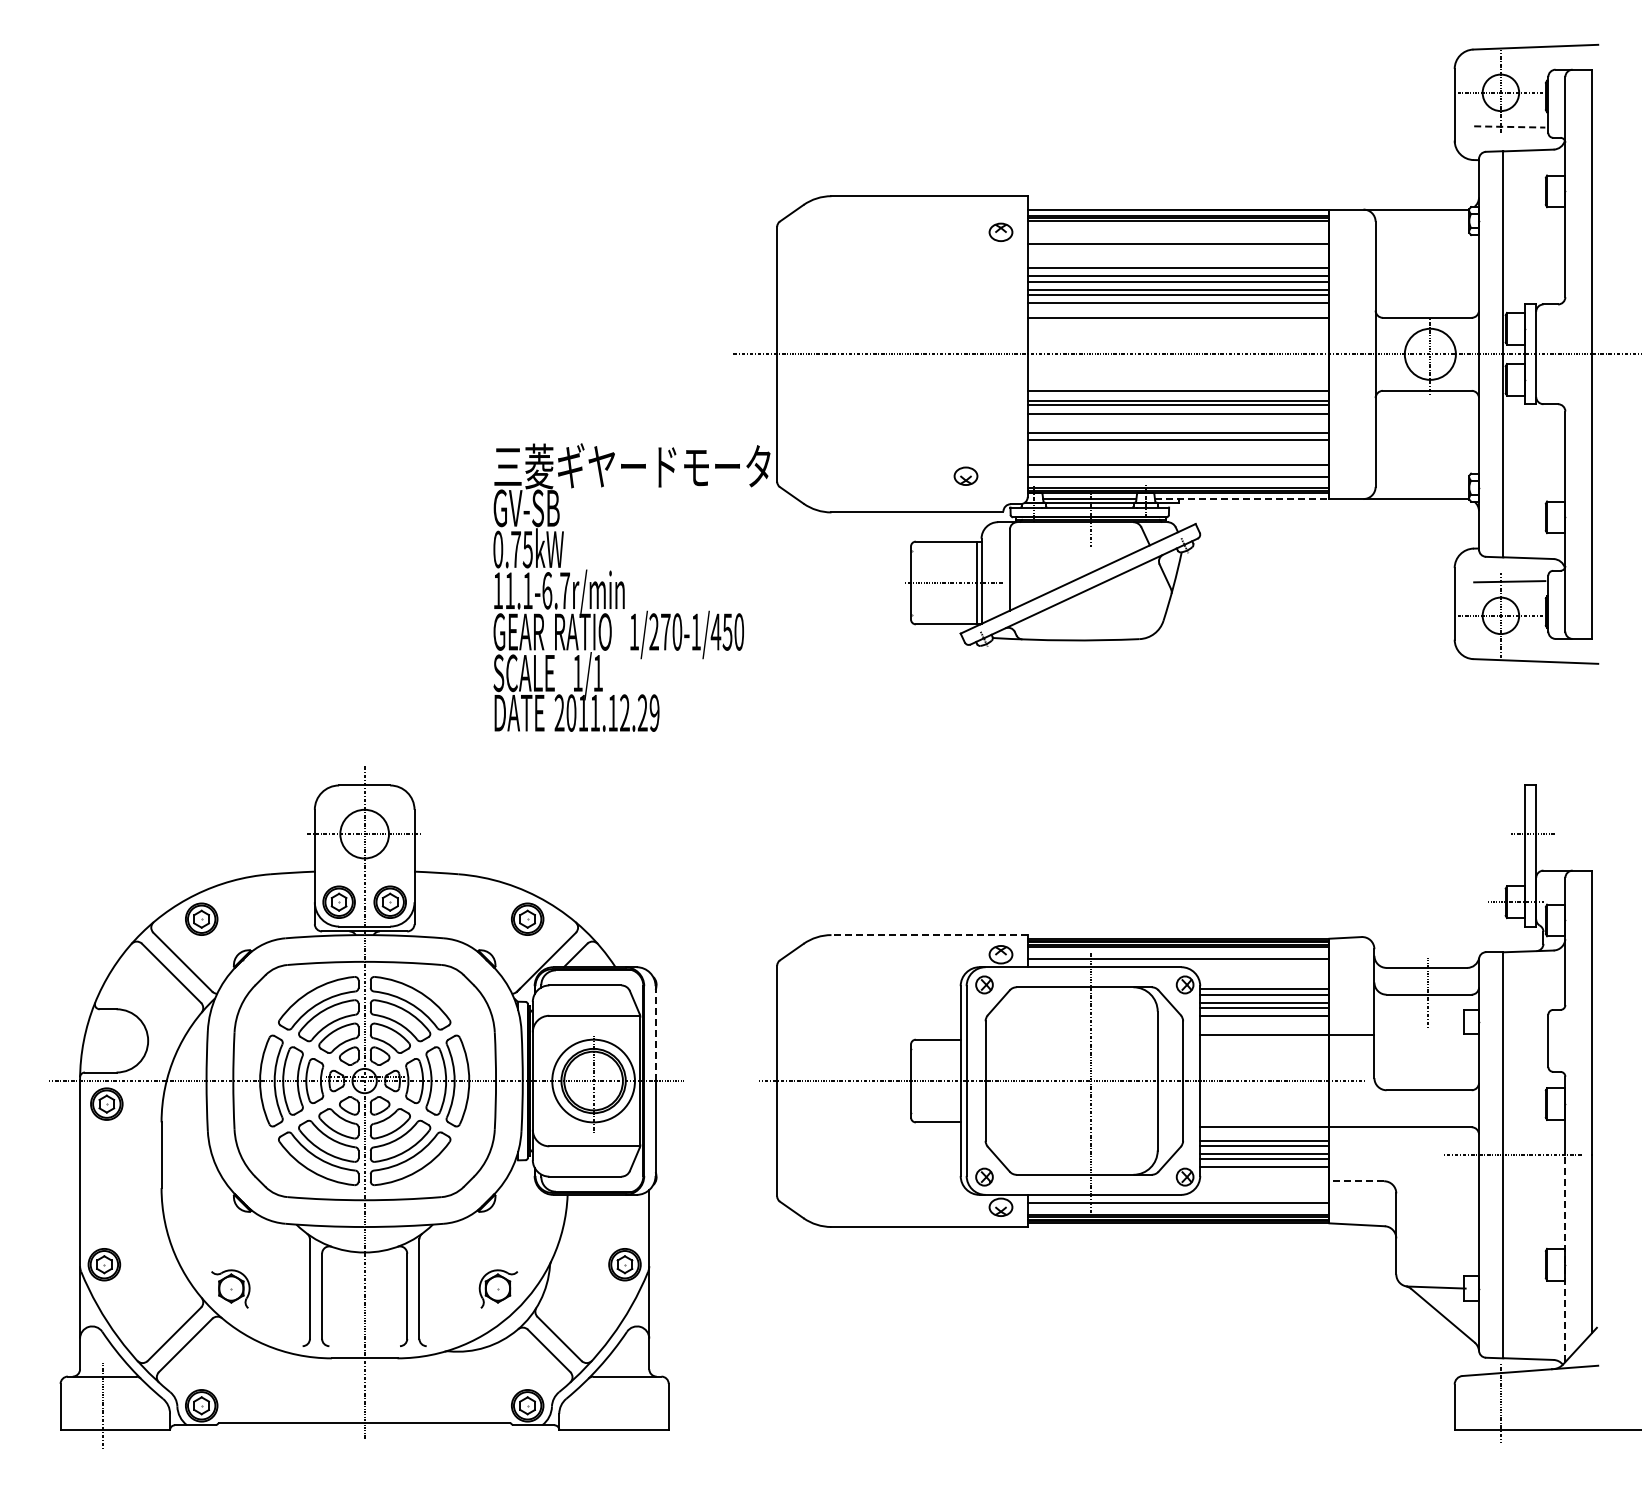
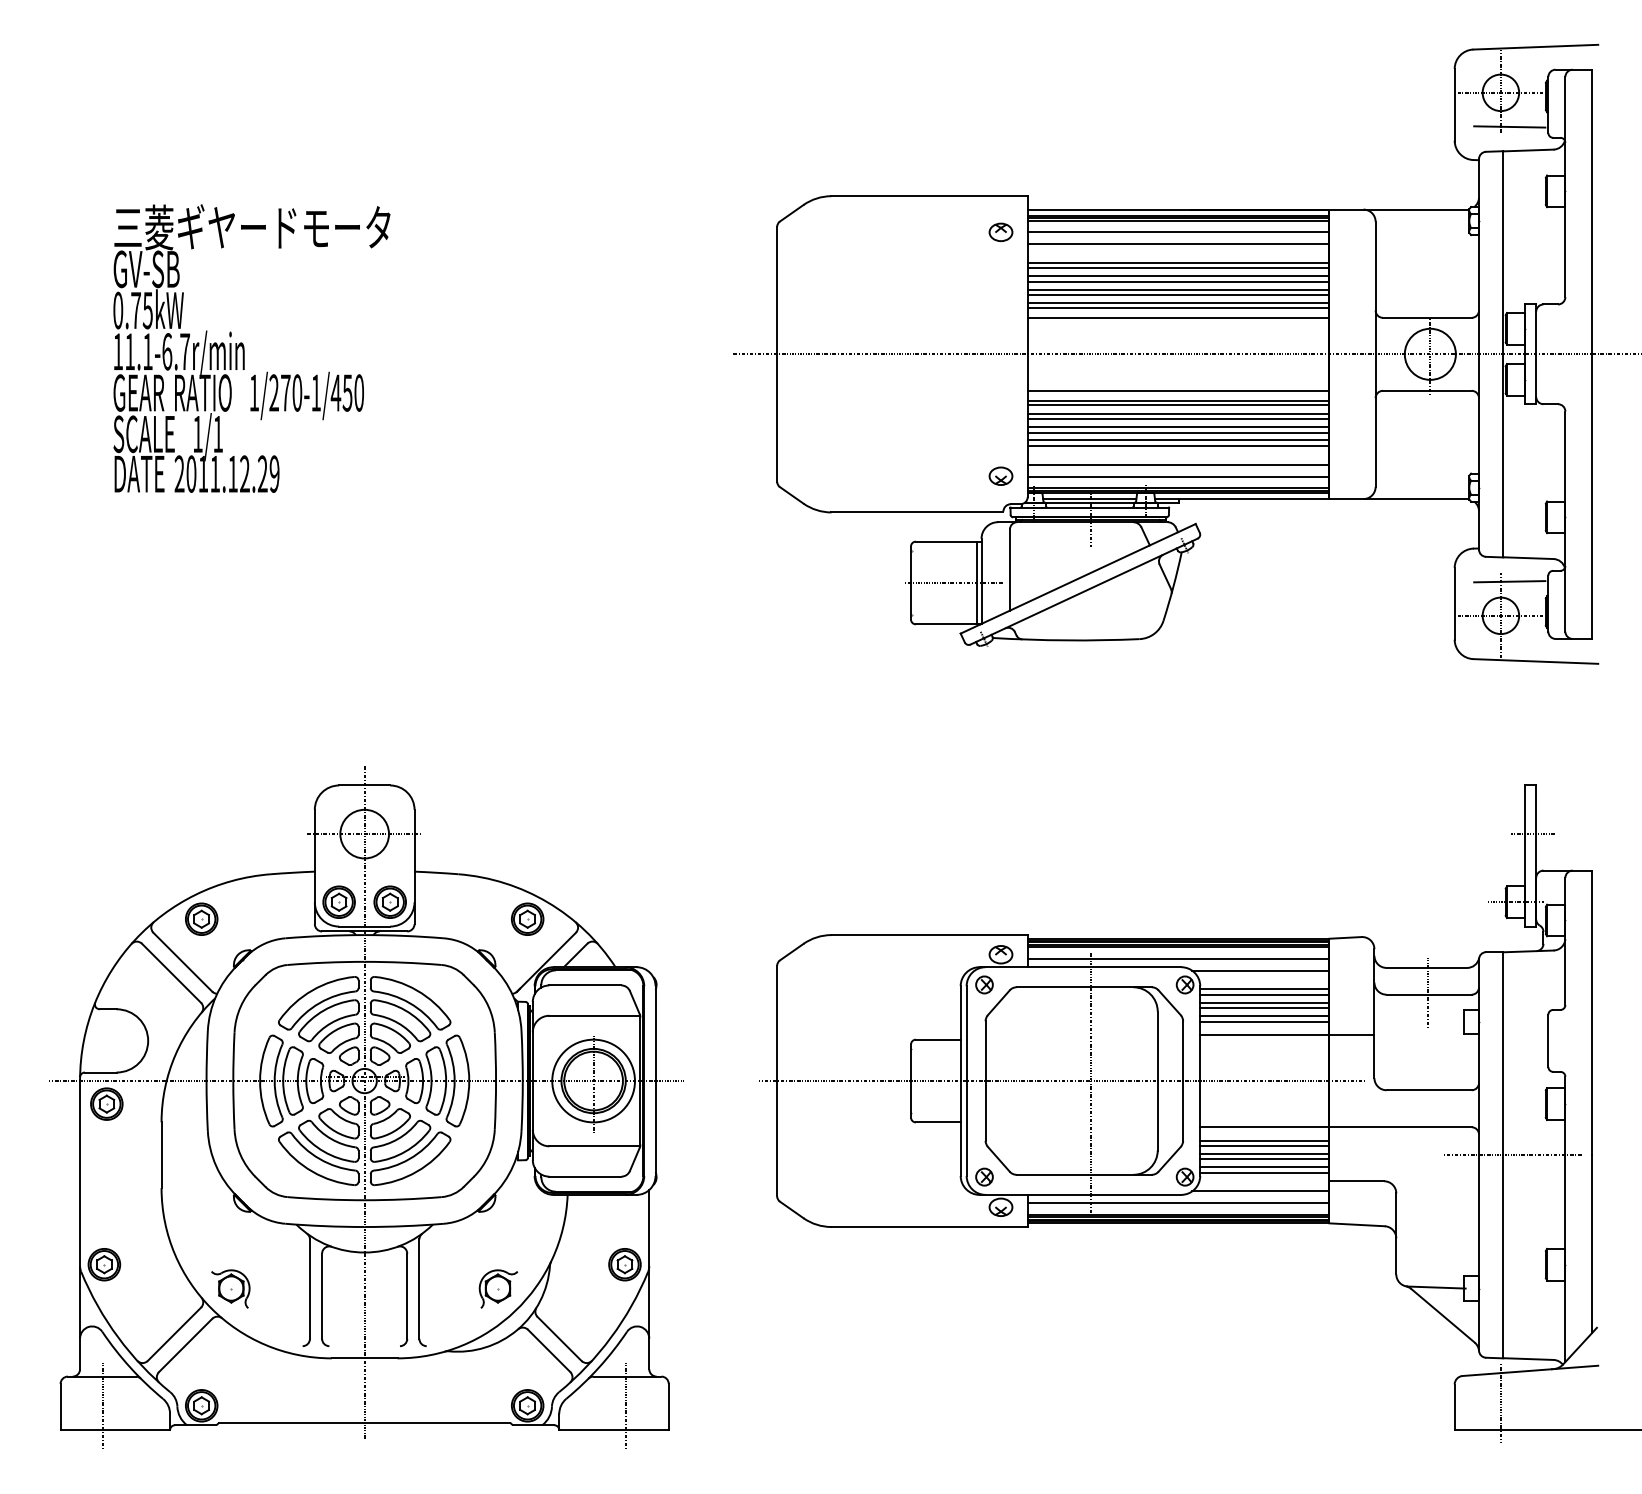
line at (1509, 126): dashed -> solid
line at (1178, 231): none -> present
line at (1178, 262): none -> present
line at (1178, 308): none -> present
line at (1178, 419): none -> present
line at (1178, 427): none -> present
line at (1178, 446): none -> present
part at (965, 475) position: (965, 475) -> (1000, 475)
line at (1242, 499): dashed -> solid
text at (631, 587) position: (631, 587) -> (251, 348)
line at (929, 935): dashed -> solid
line at (1260, 970): none -> present
line at (1264, 1021): none -> present
line at (655, 1034): dashed -> solid
line at (1264, 1172): none -> present
line at (1356, 1181): dashed -> solid
line at (1260, 1191): none -> present
line at (1565, 1258): dashed -> solid
line at (626, 1405): none -> present
